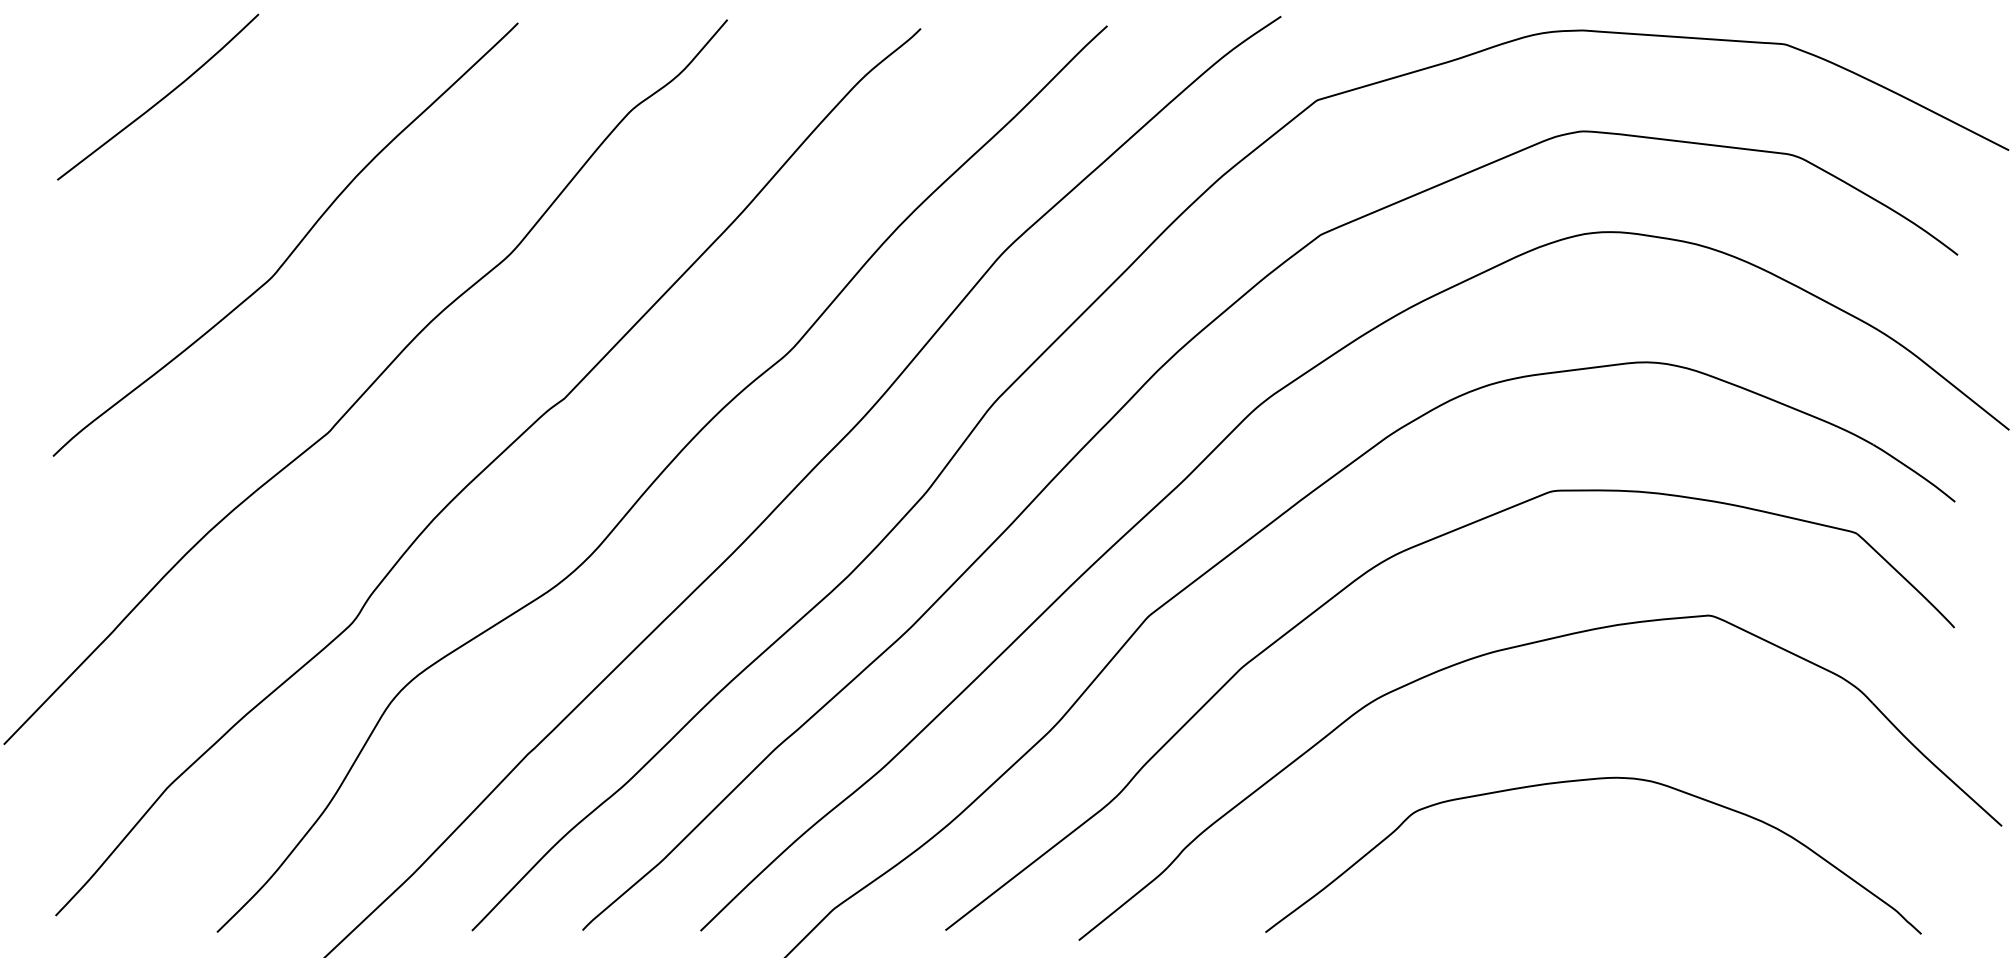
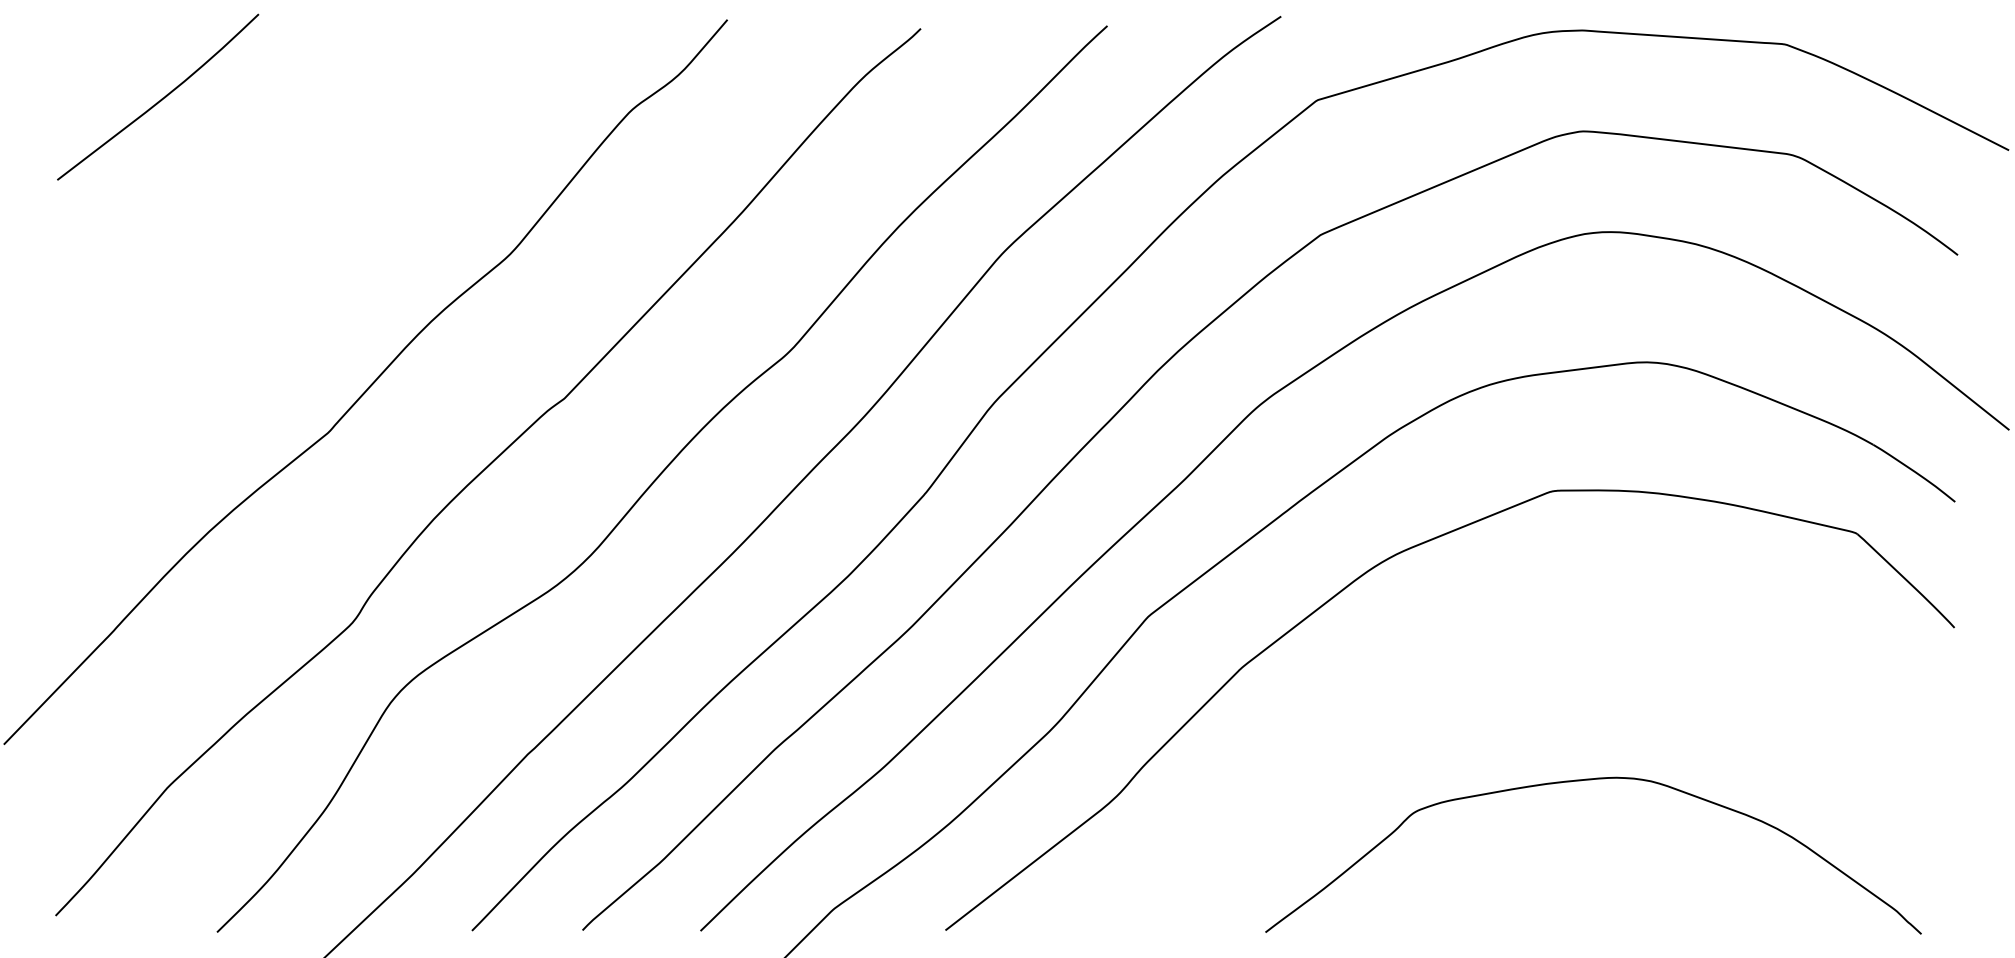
curve at (296, 245): present -> none
part at (1509, 649): present -> none
